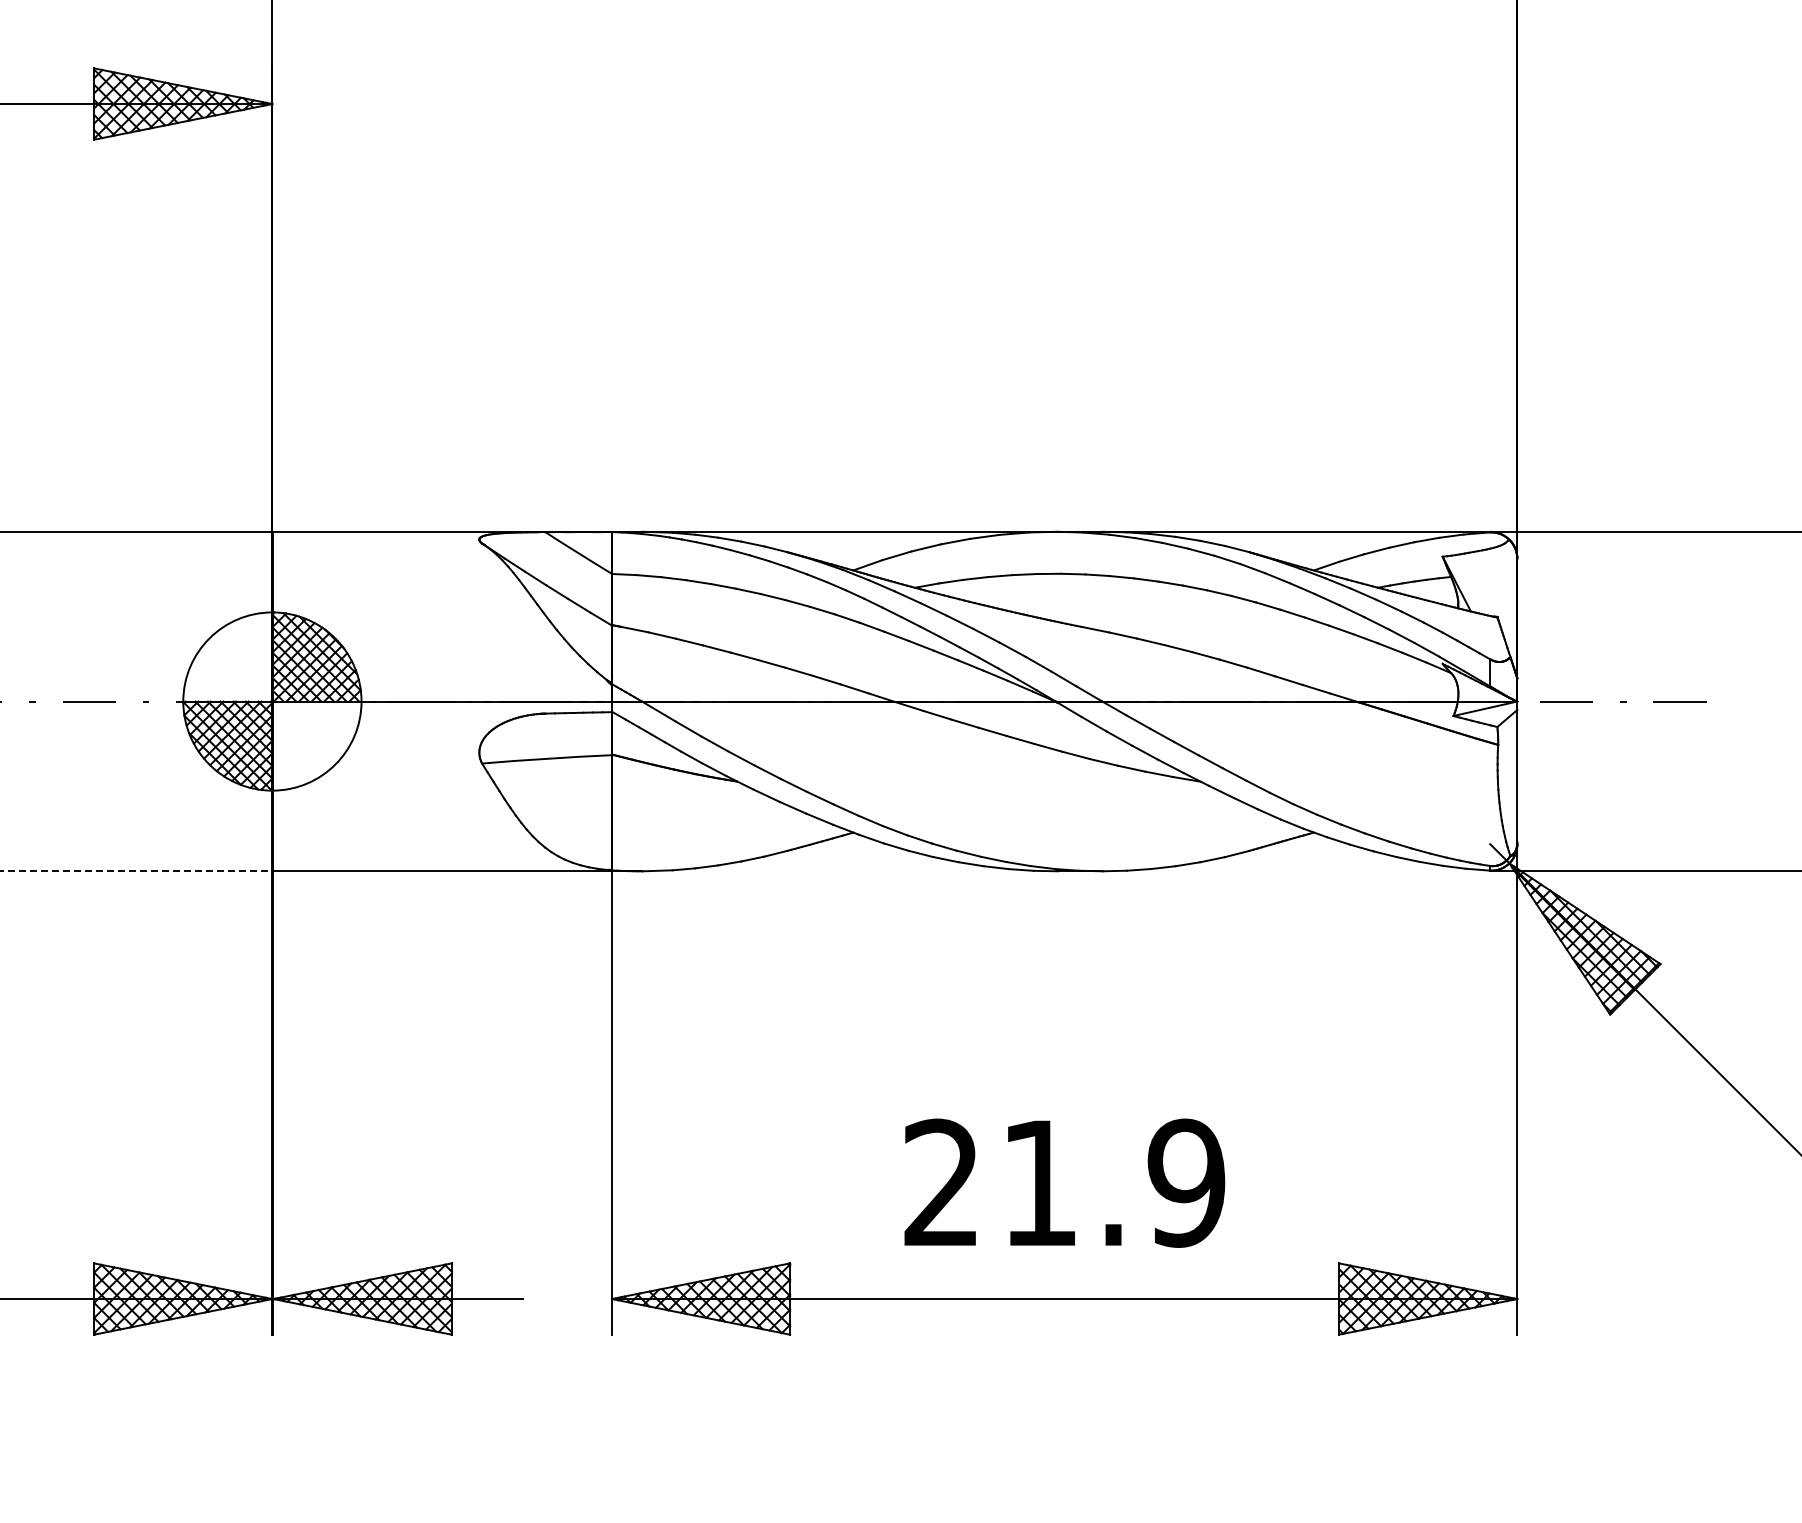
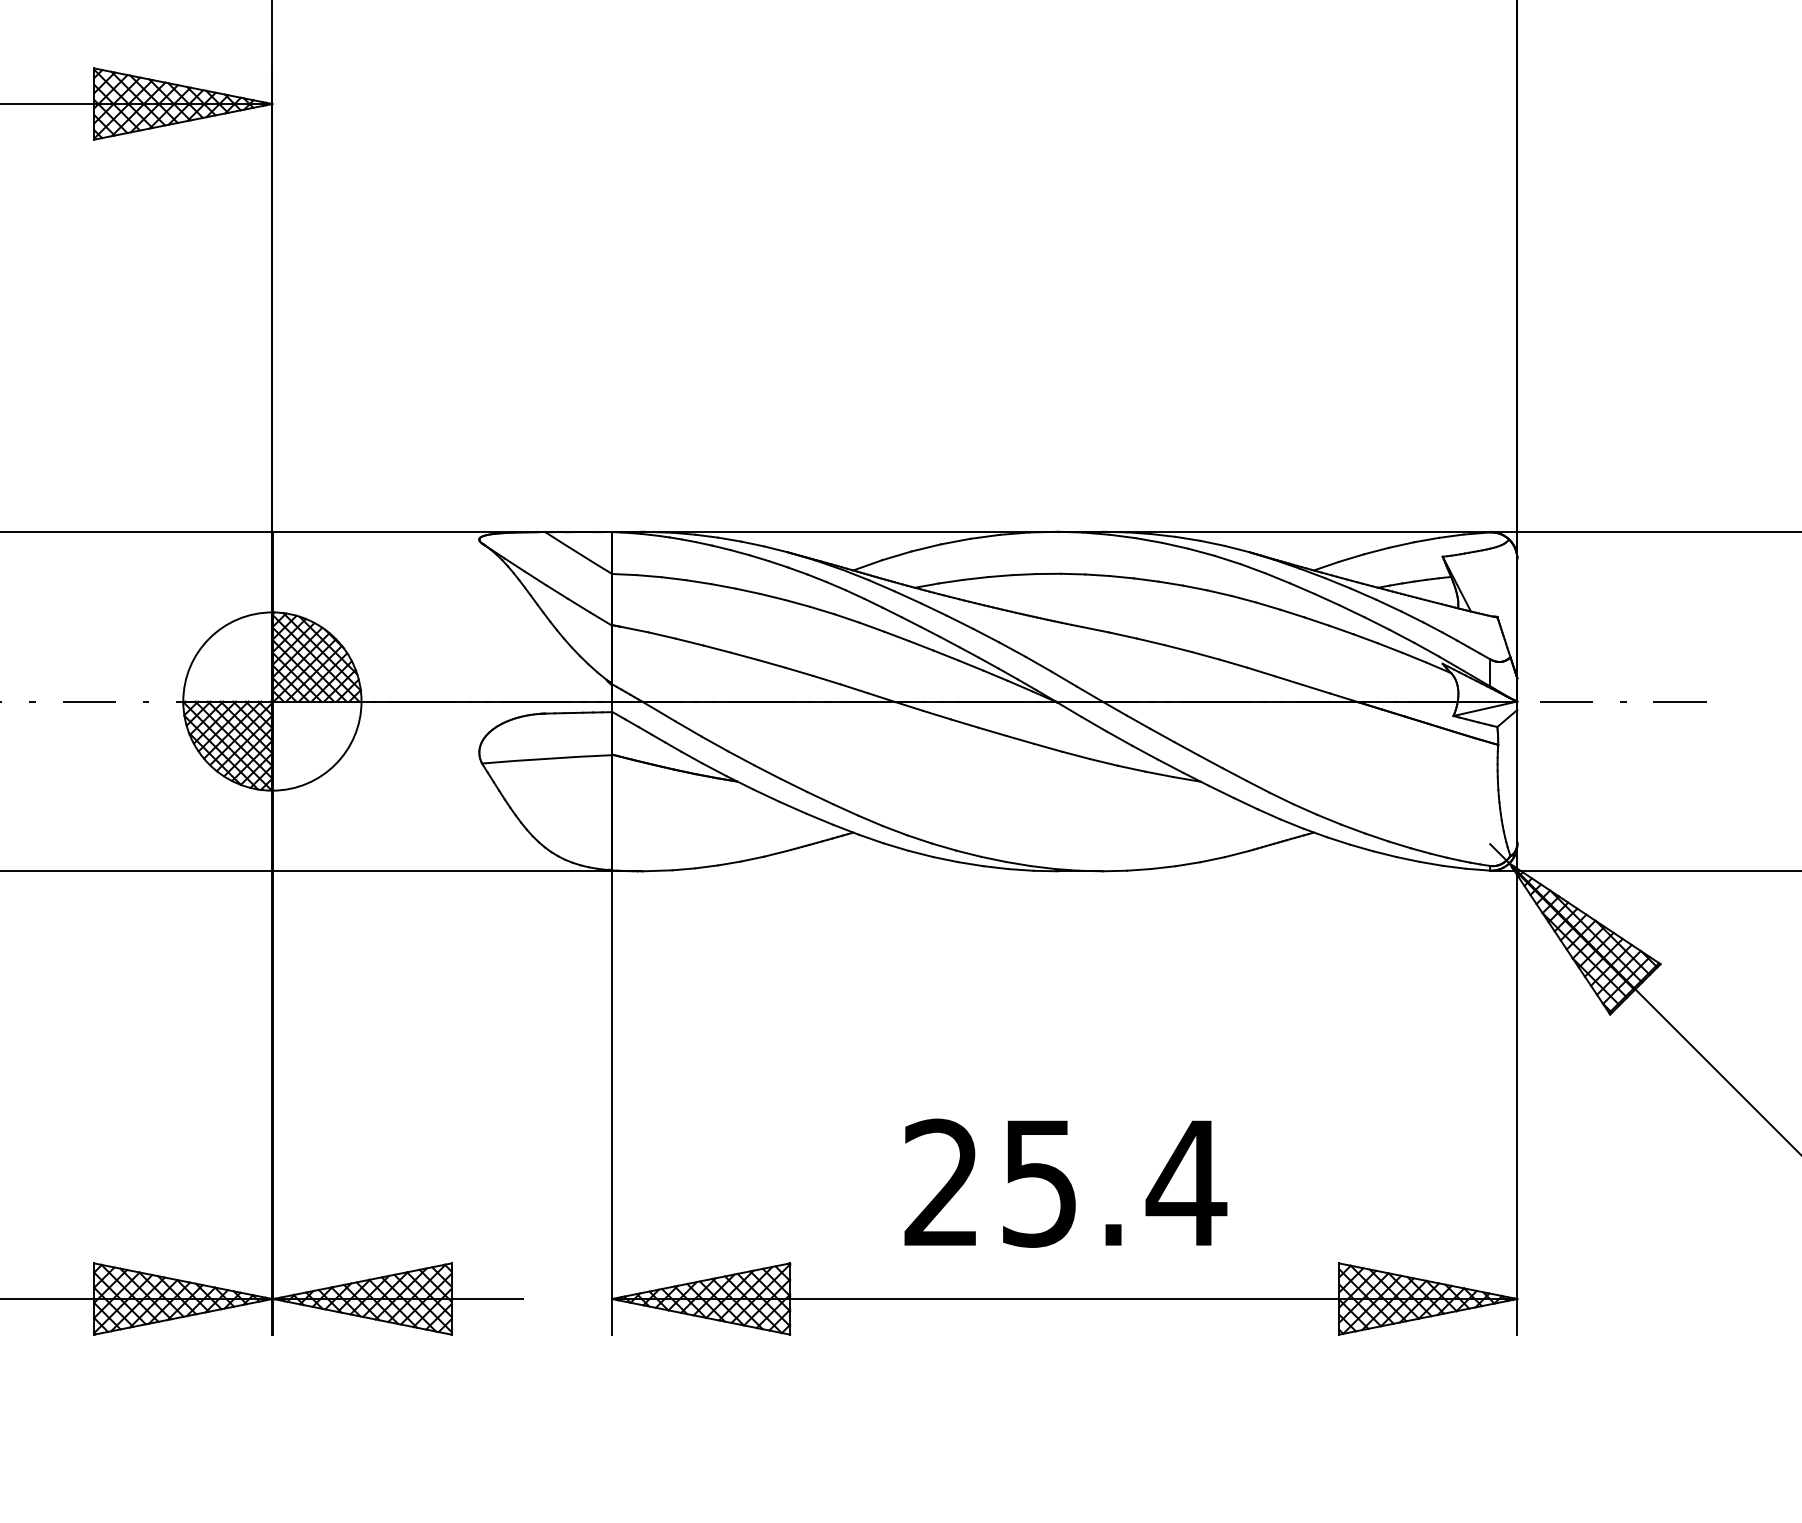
line at (136, 871): dashed -> solid
text at (1115, 1182): 21.9 -> 25.4
